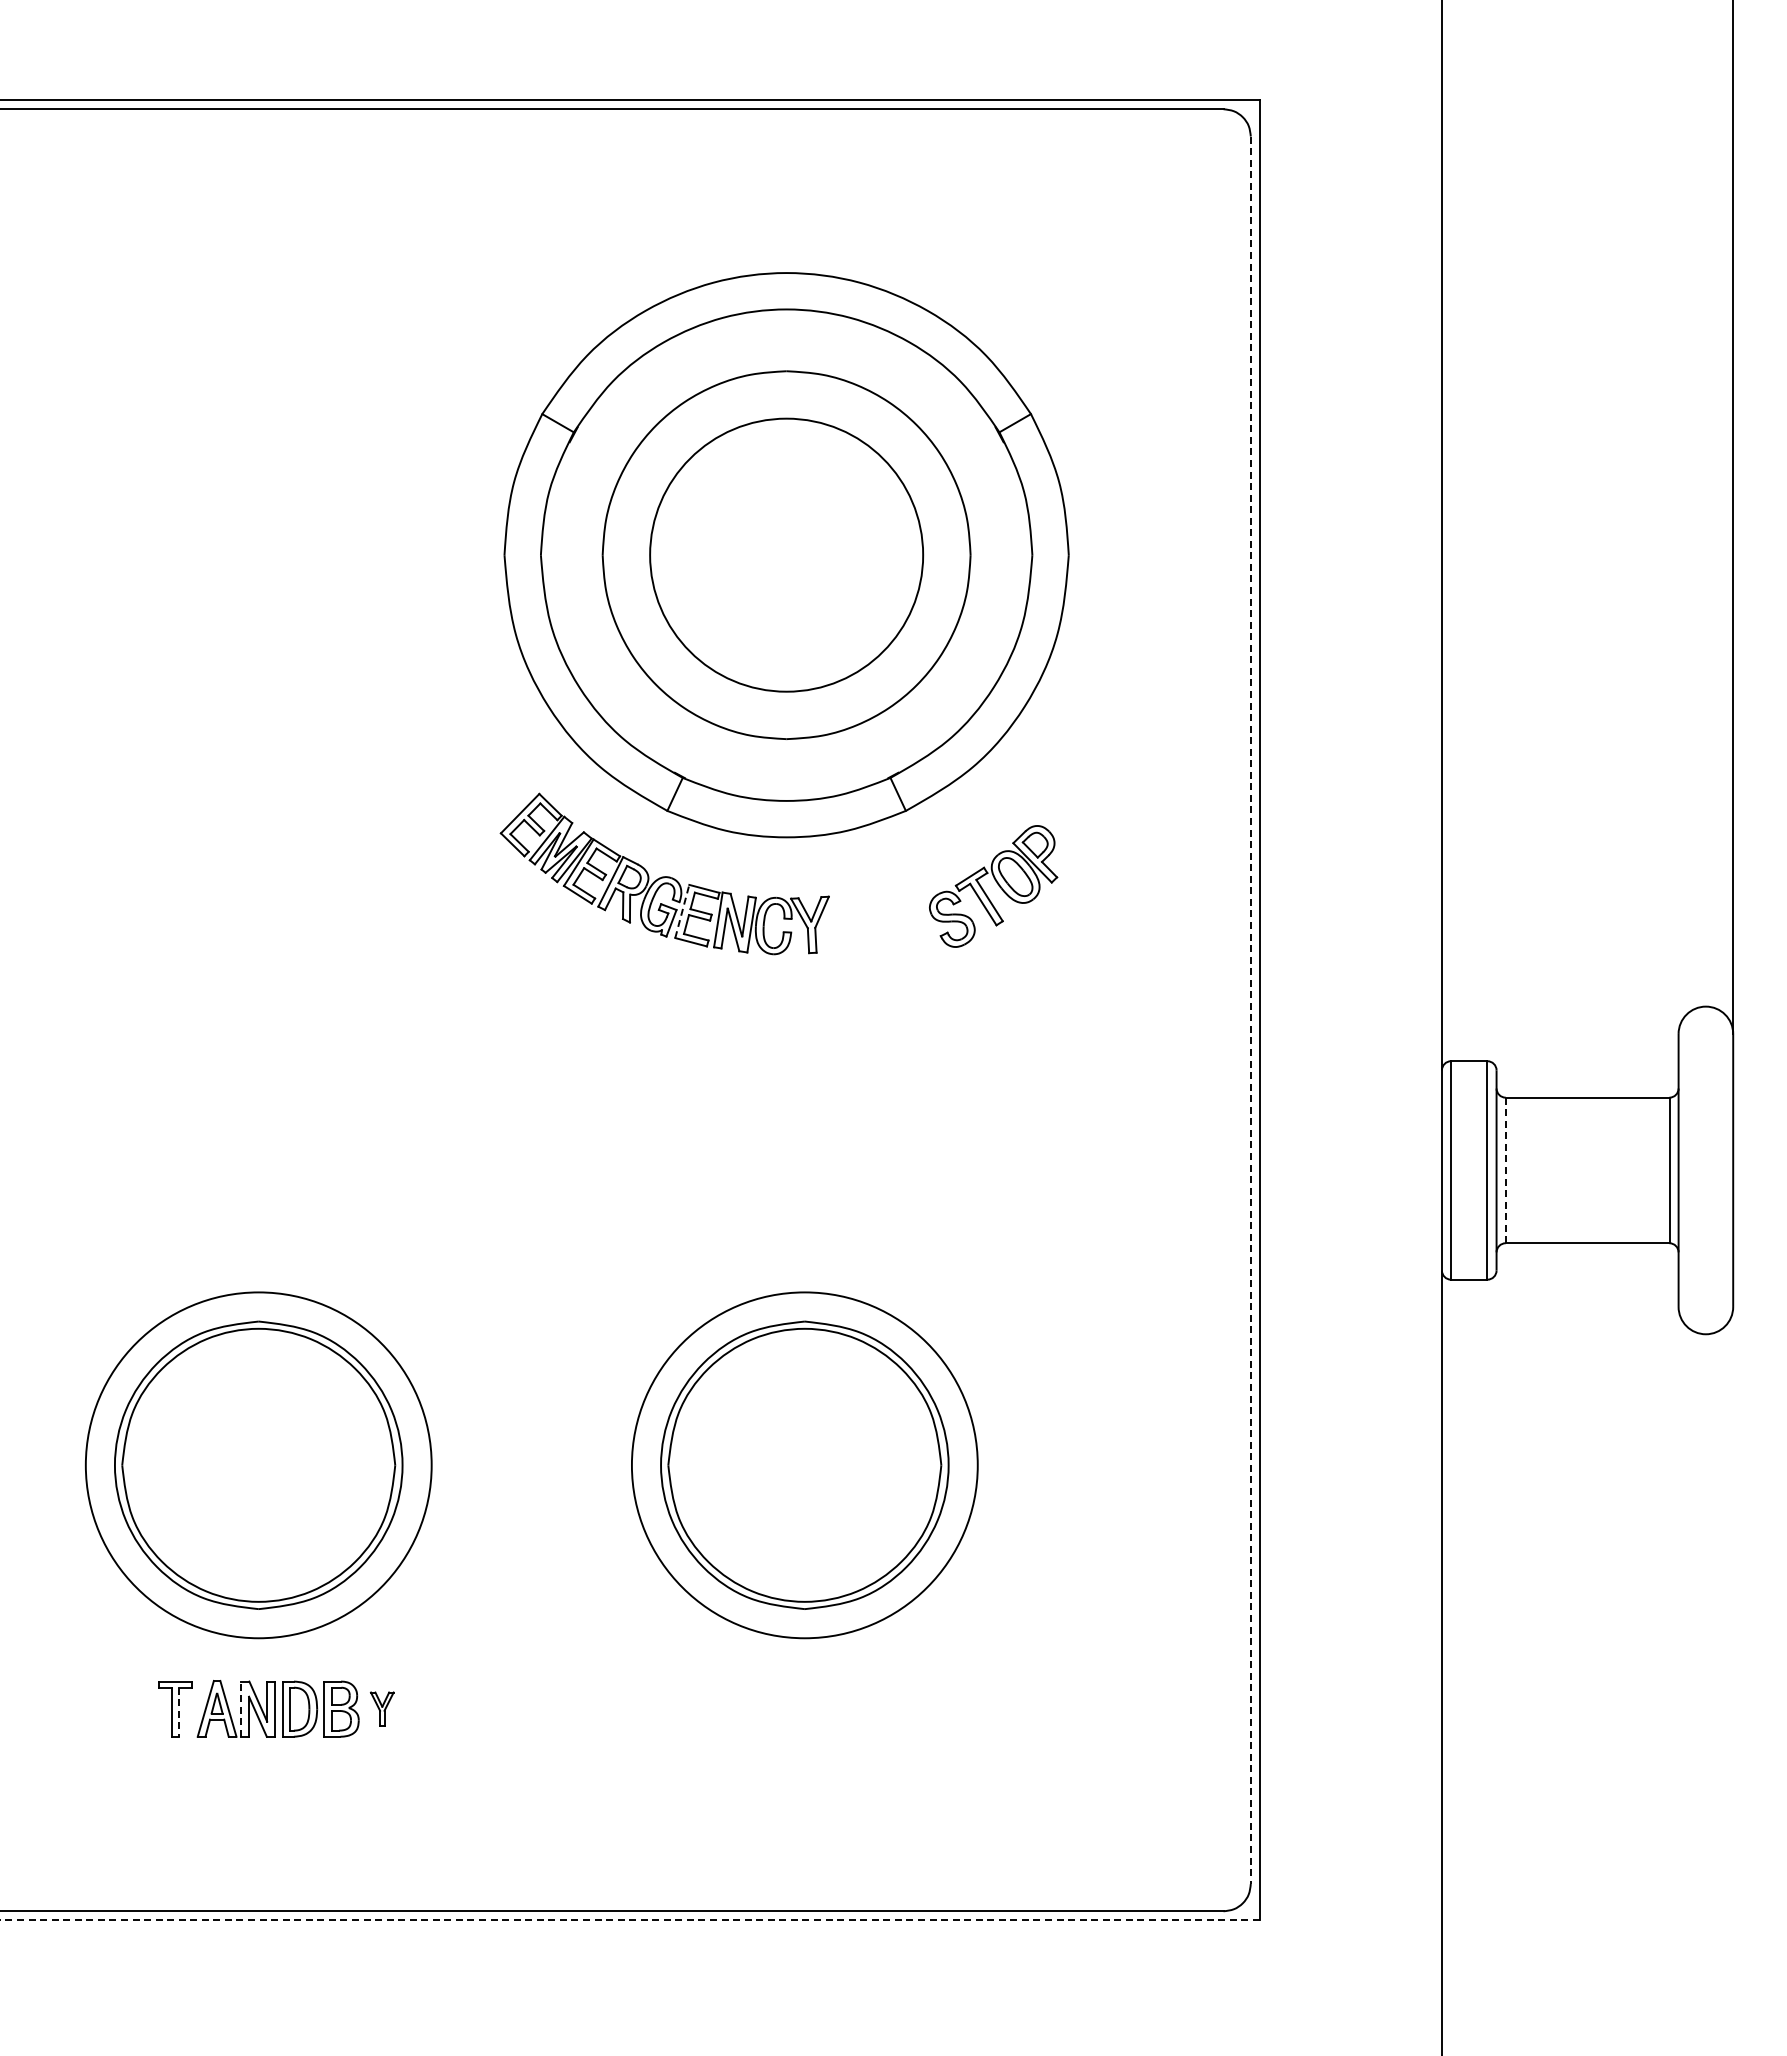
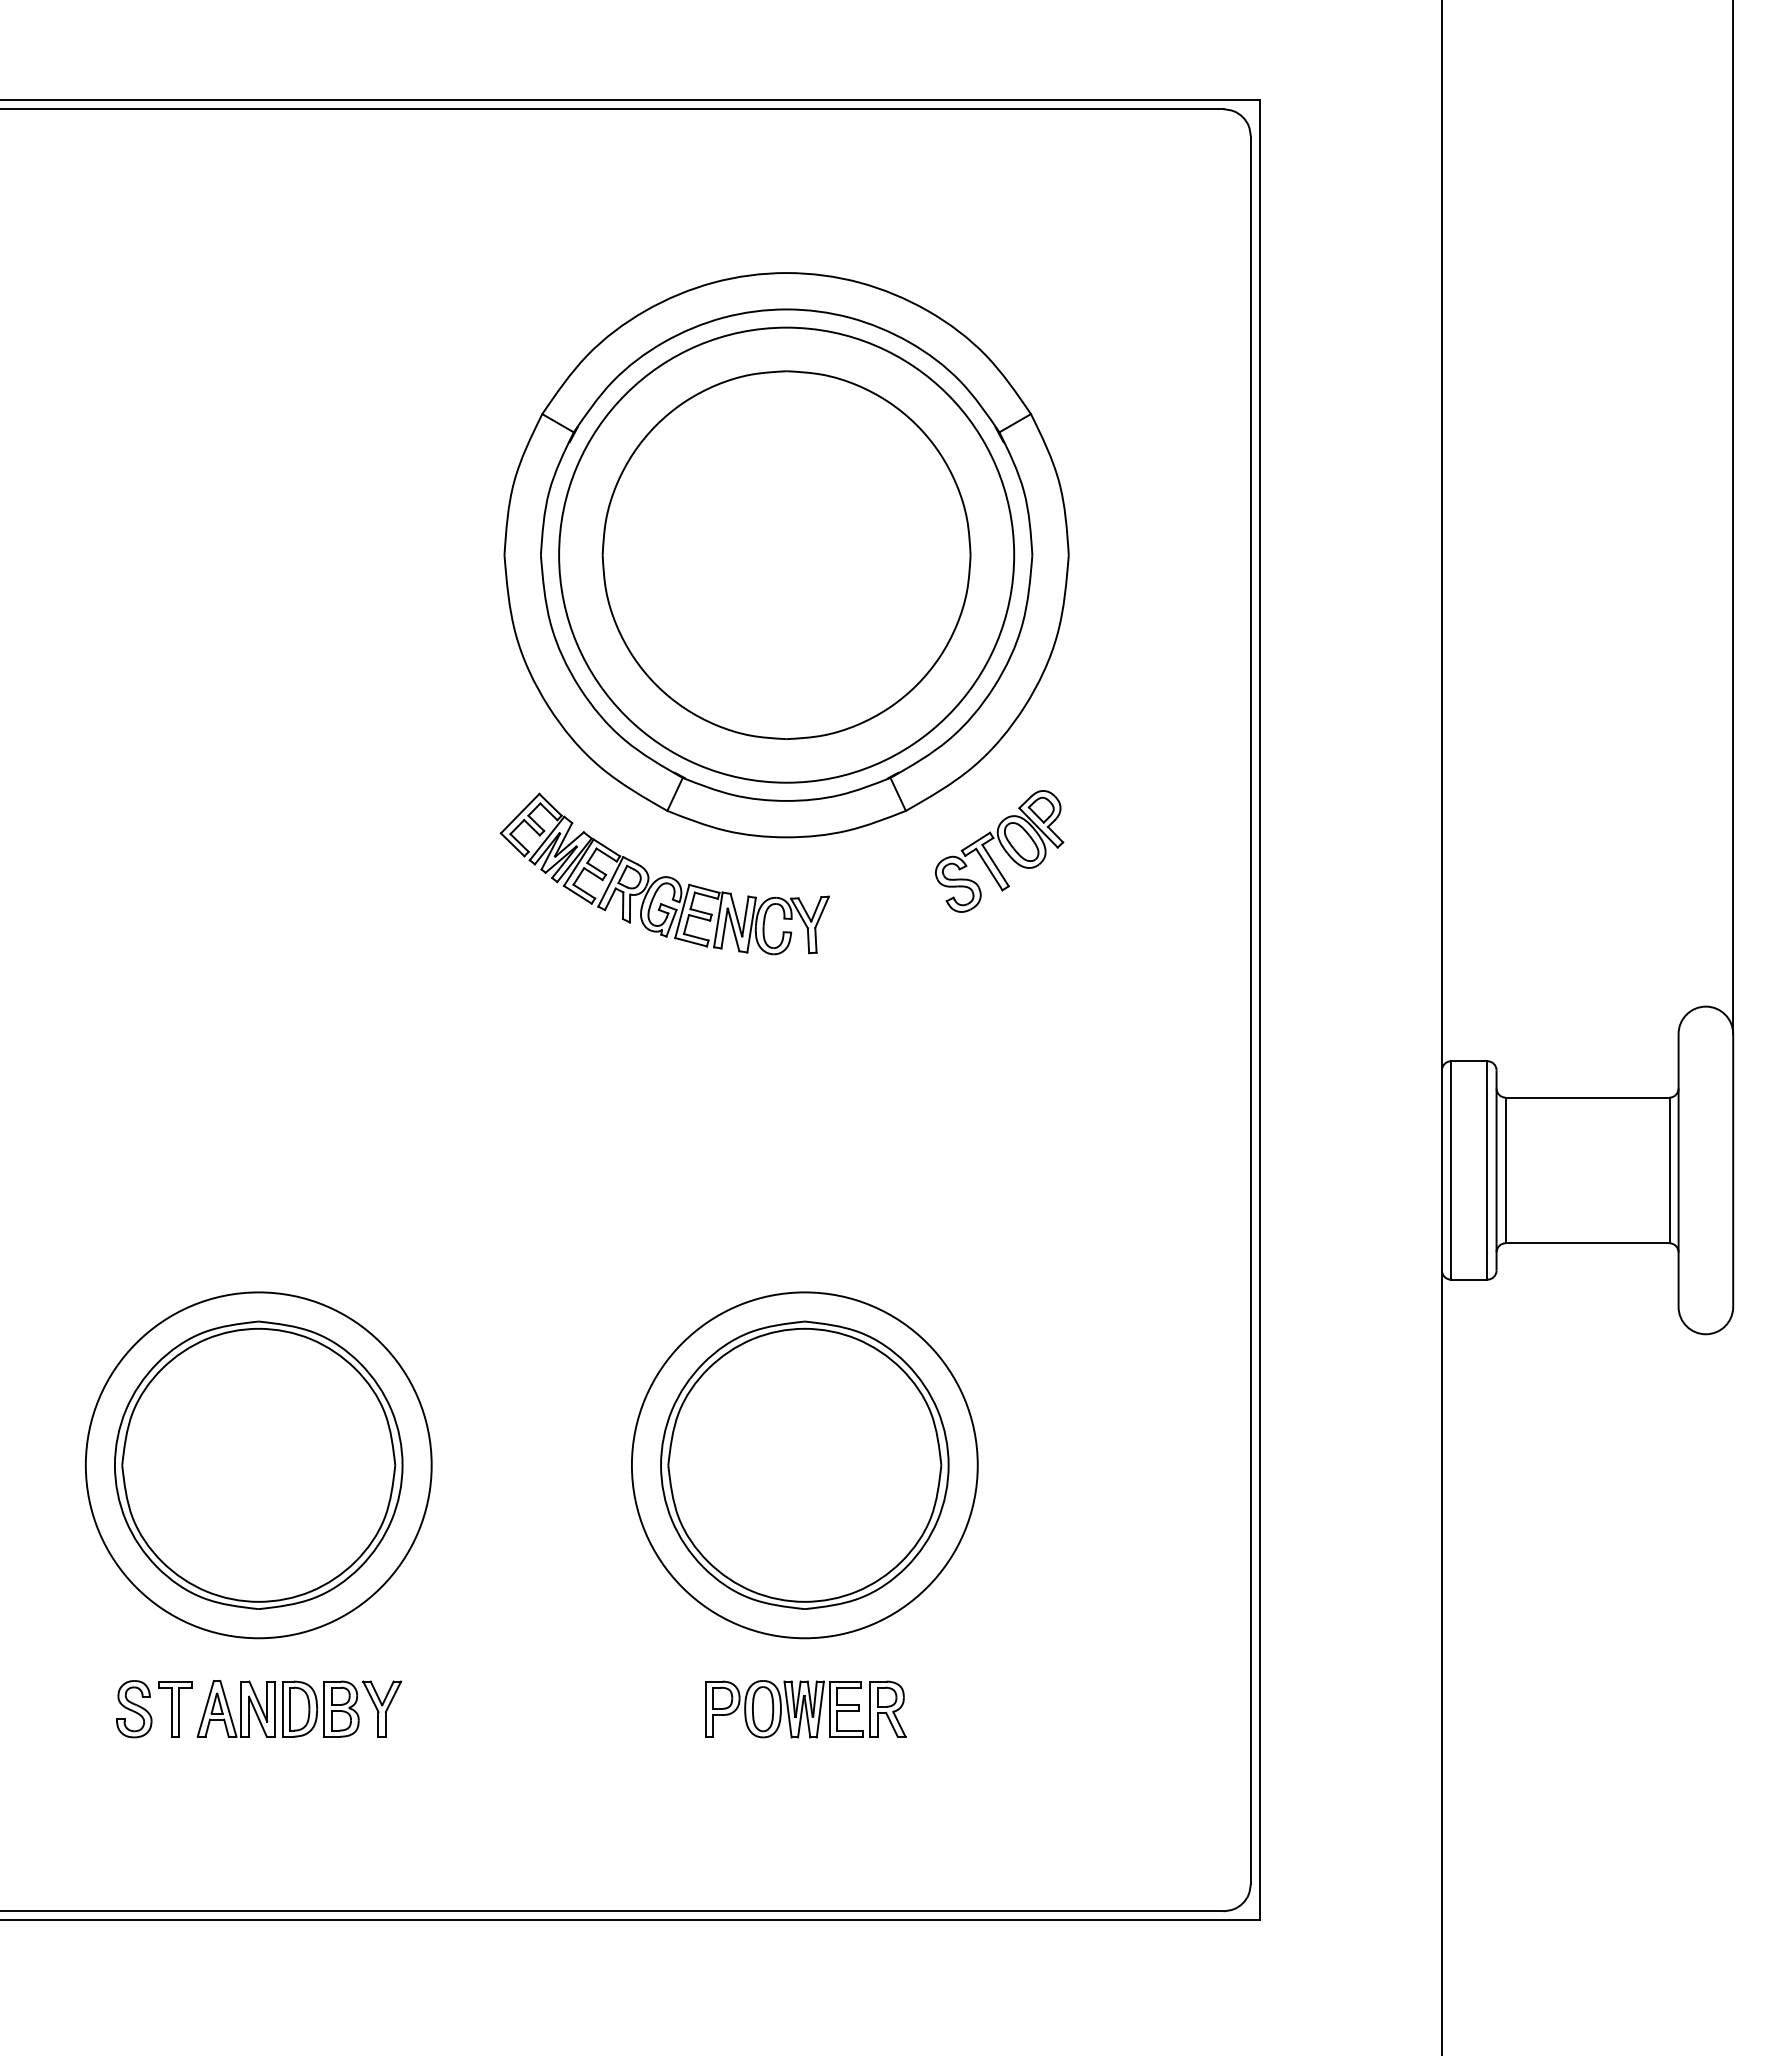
circle at (786, 554) diameter: 273 px -> 455 px
part at (993, 886) position: (993, 886) -> (999, 851)
line at (682, 911): dashed -> solid
line at (1250, 1010): dashed -> solid
line at (1505, 1170): dashed -> solid
part at (382, 1708) size: 25x36 px -> 41x58 px
part at (134, 1709): none -> present
line at (241, 1709): dashed -> solid
part at (805, 1709): none -> present
line at (179, 1712): dashed -> solid
line at (630, 1920): dashed -> solid
